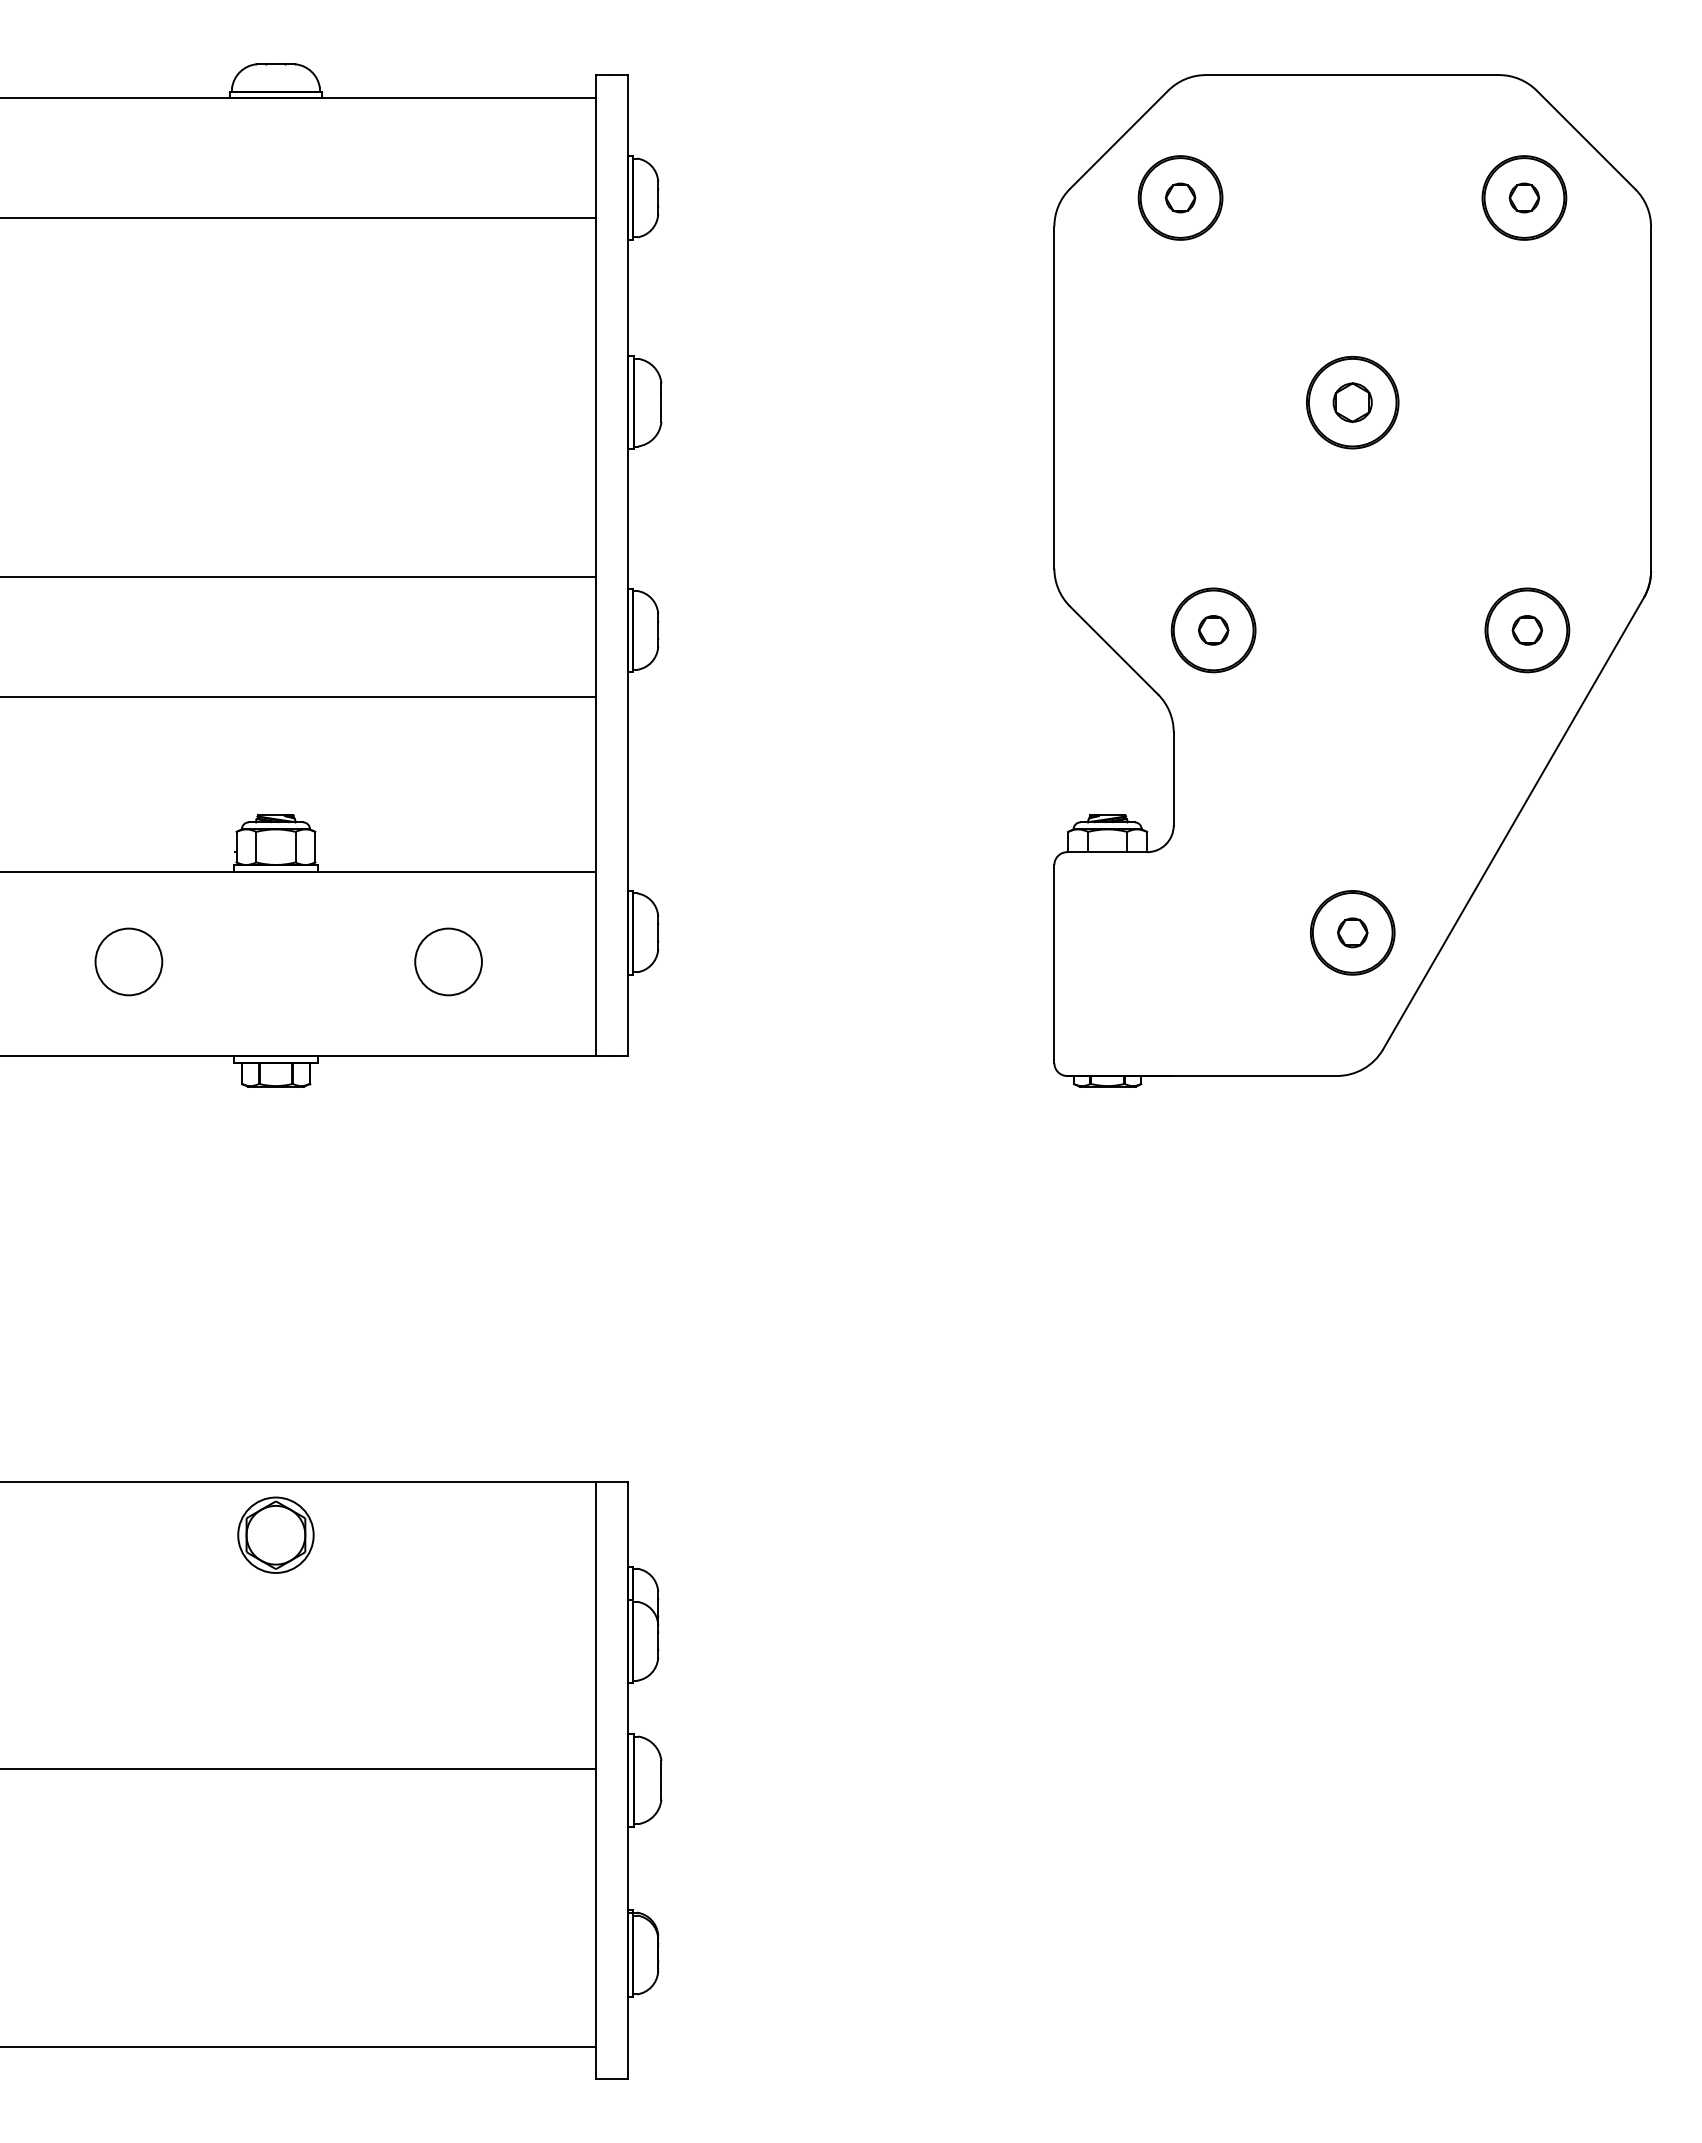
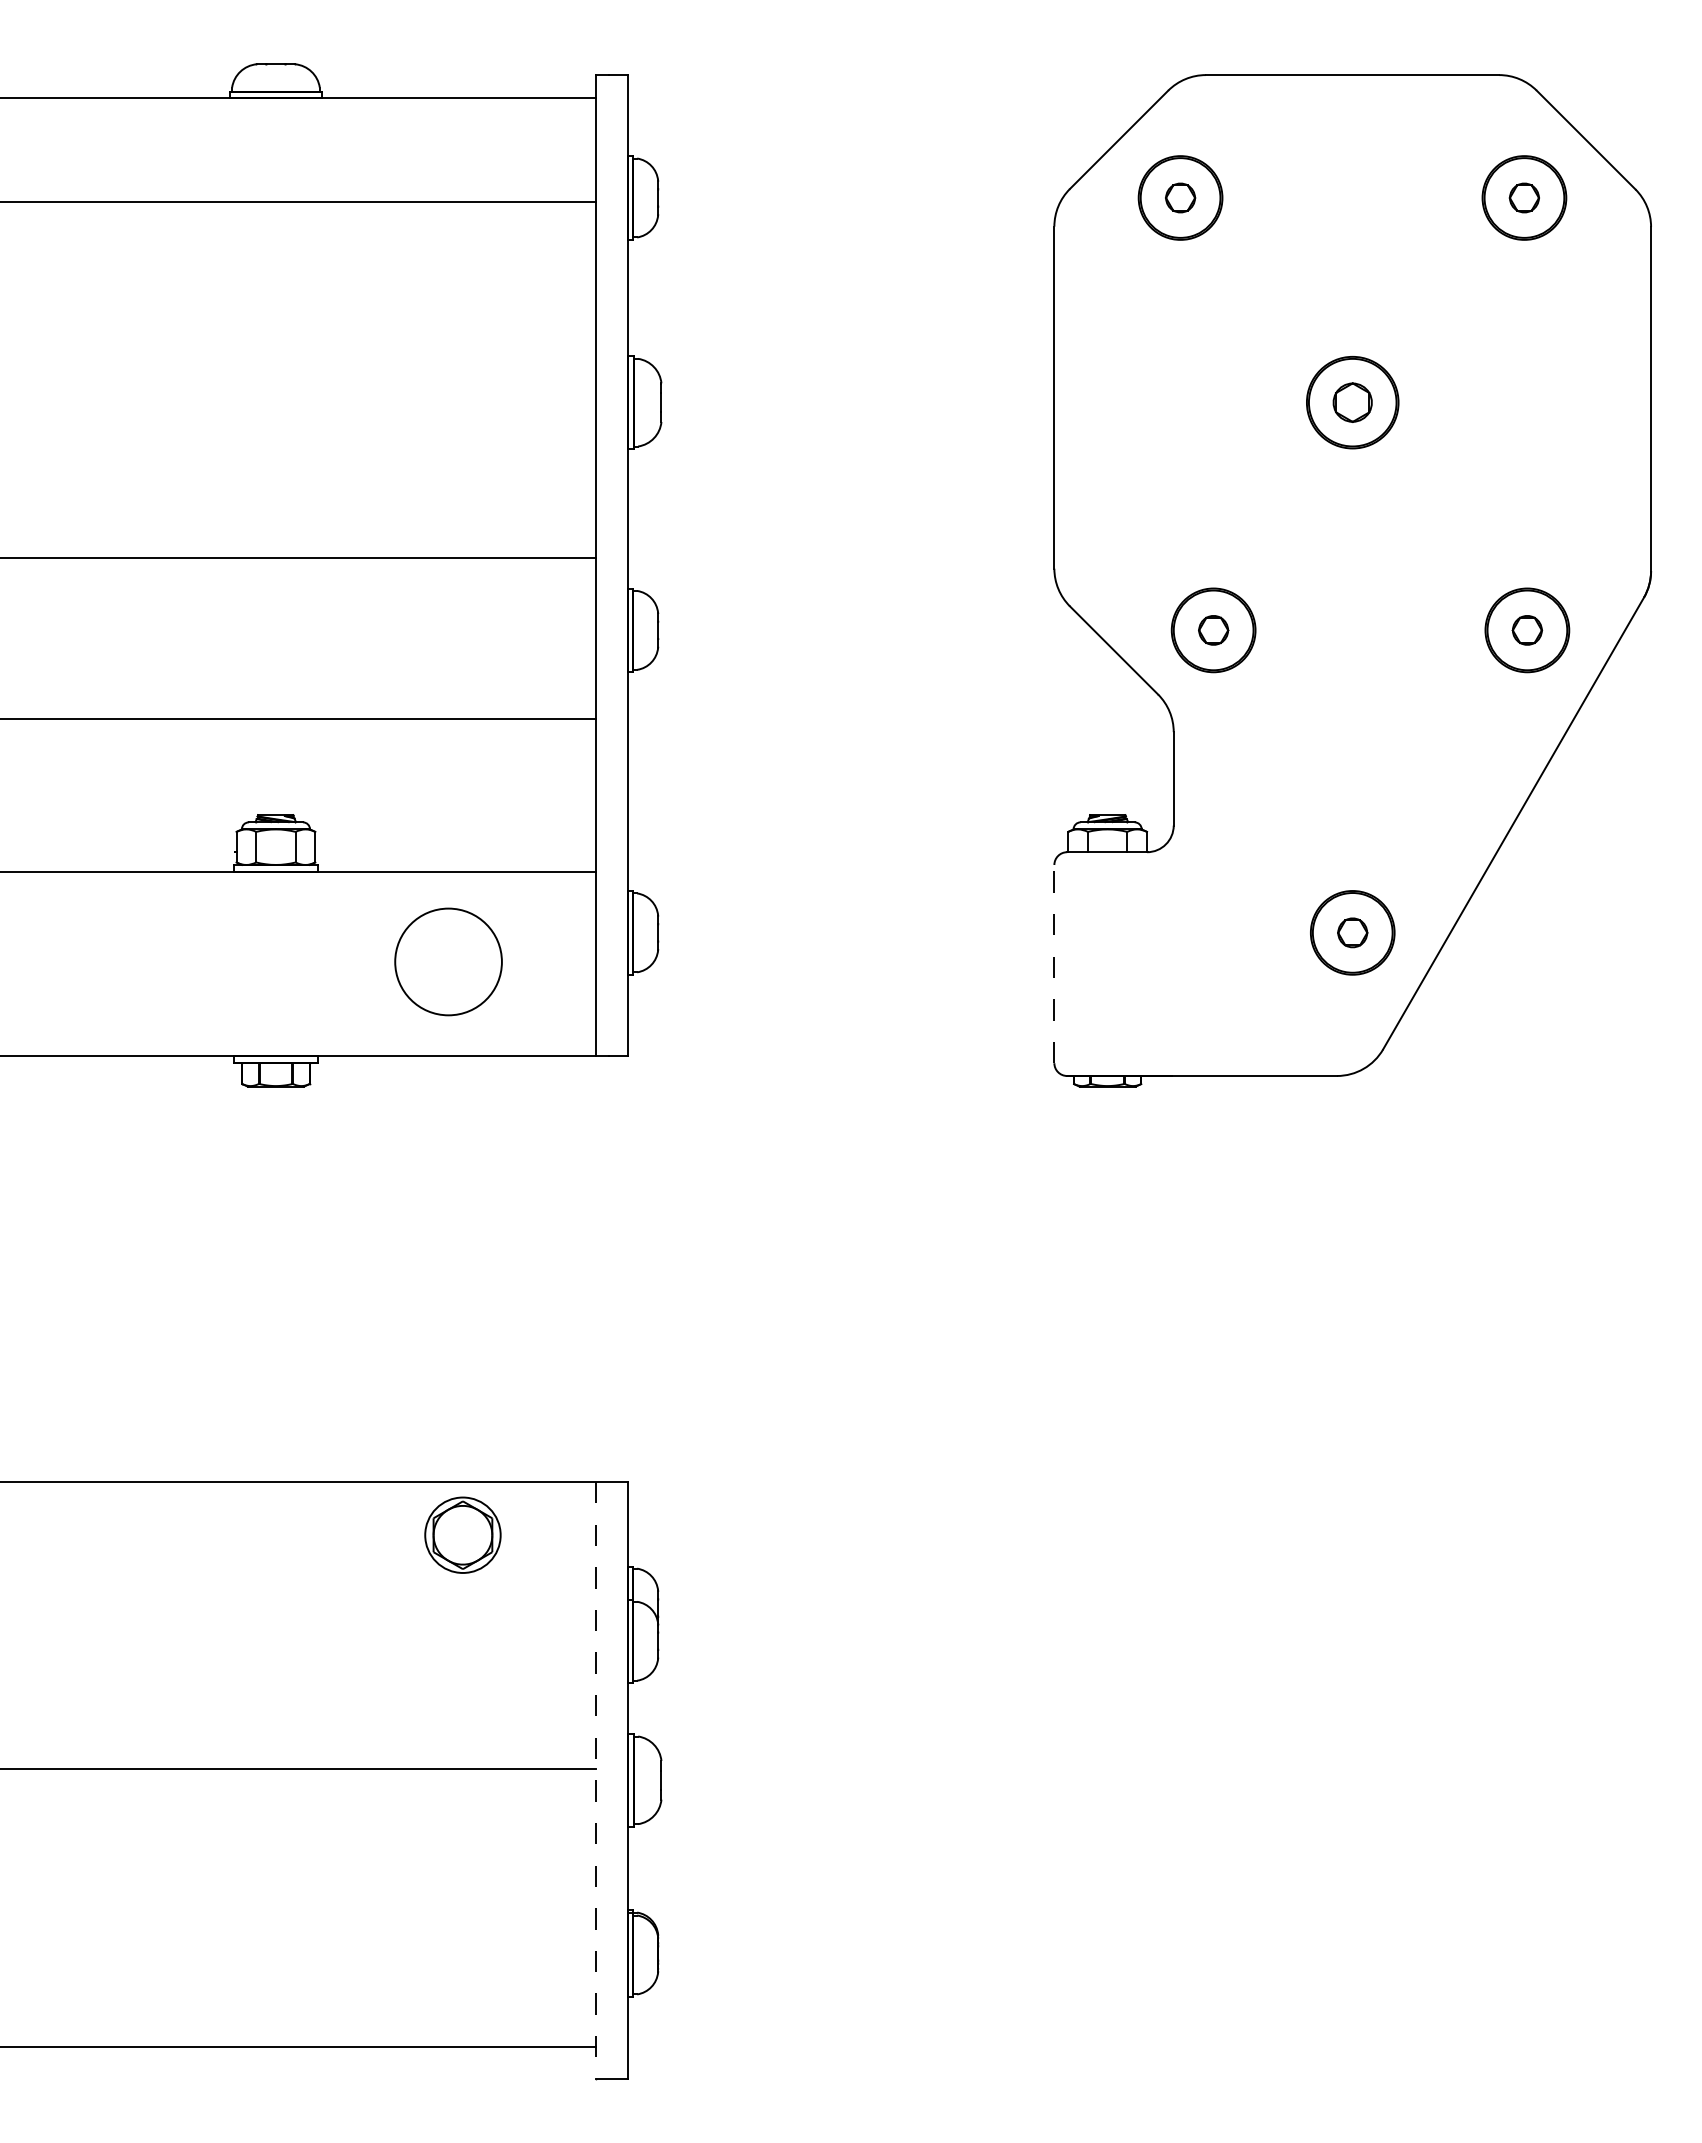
line at (298, 218) position: (298, 218) -> (298, 202)
line at (298, 576) position: (298, 576) -> (298, 557)
line at (298, 697) position: (298, 697) -> (298, 719)
circle at (128, 961): present -> none
circle at (448, 961) diameter: 67 px -> 107 px
line at (1054, 963): solid -> dashed
part at (275, 1534) position: (275, 1534) -> (462, 1534)
line at (595, 1780): solid -> dashed
